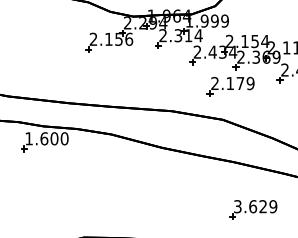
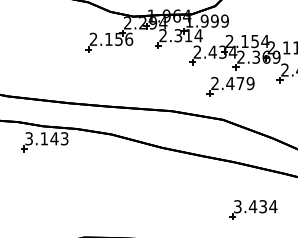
text at (230, 83): 2.179 -> 2.479
text at (46, 138): 1.600 -> 3.143
text at (262, 206): 3.629 -> 3.434
